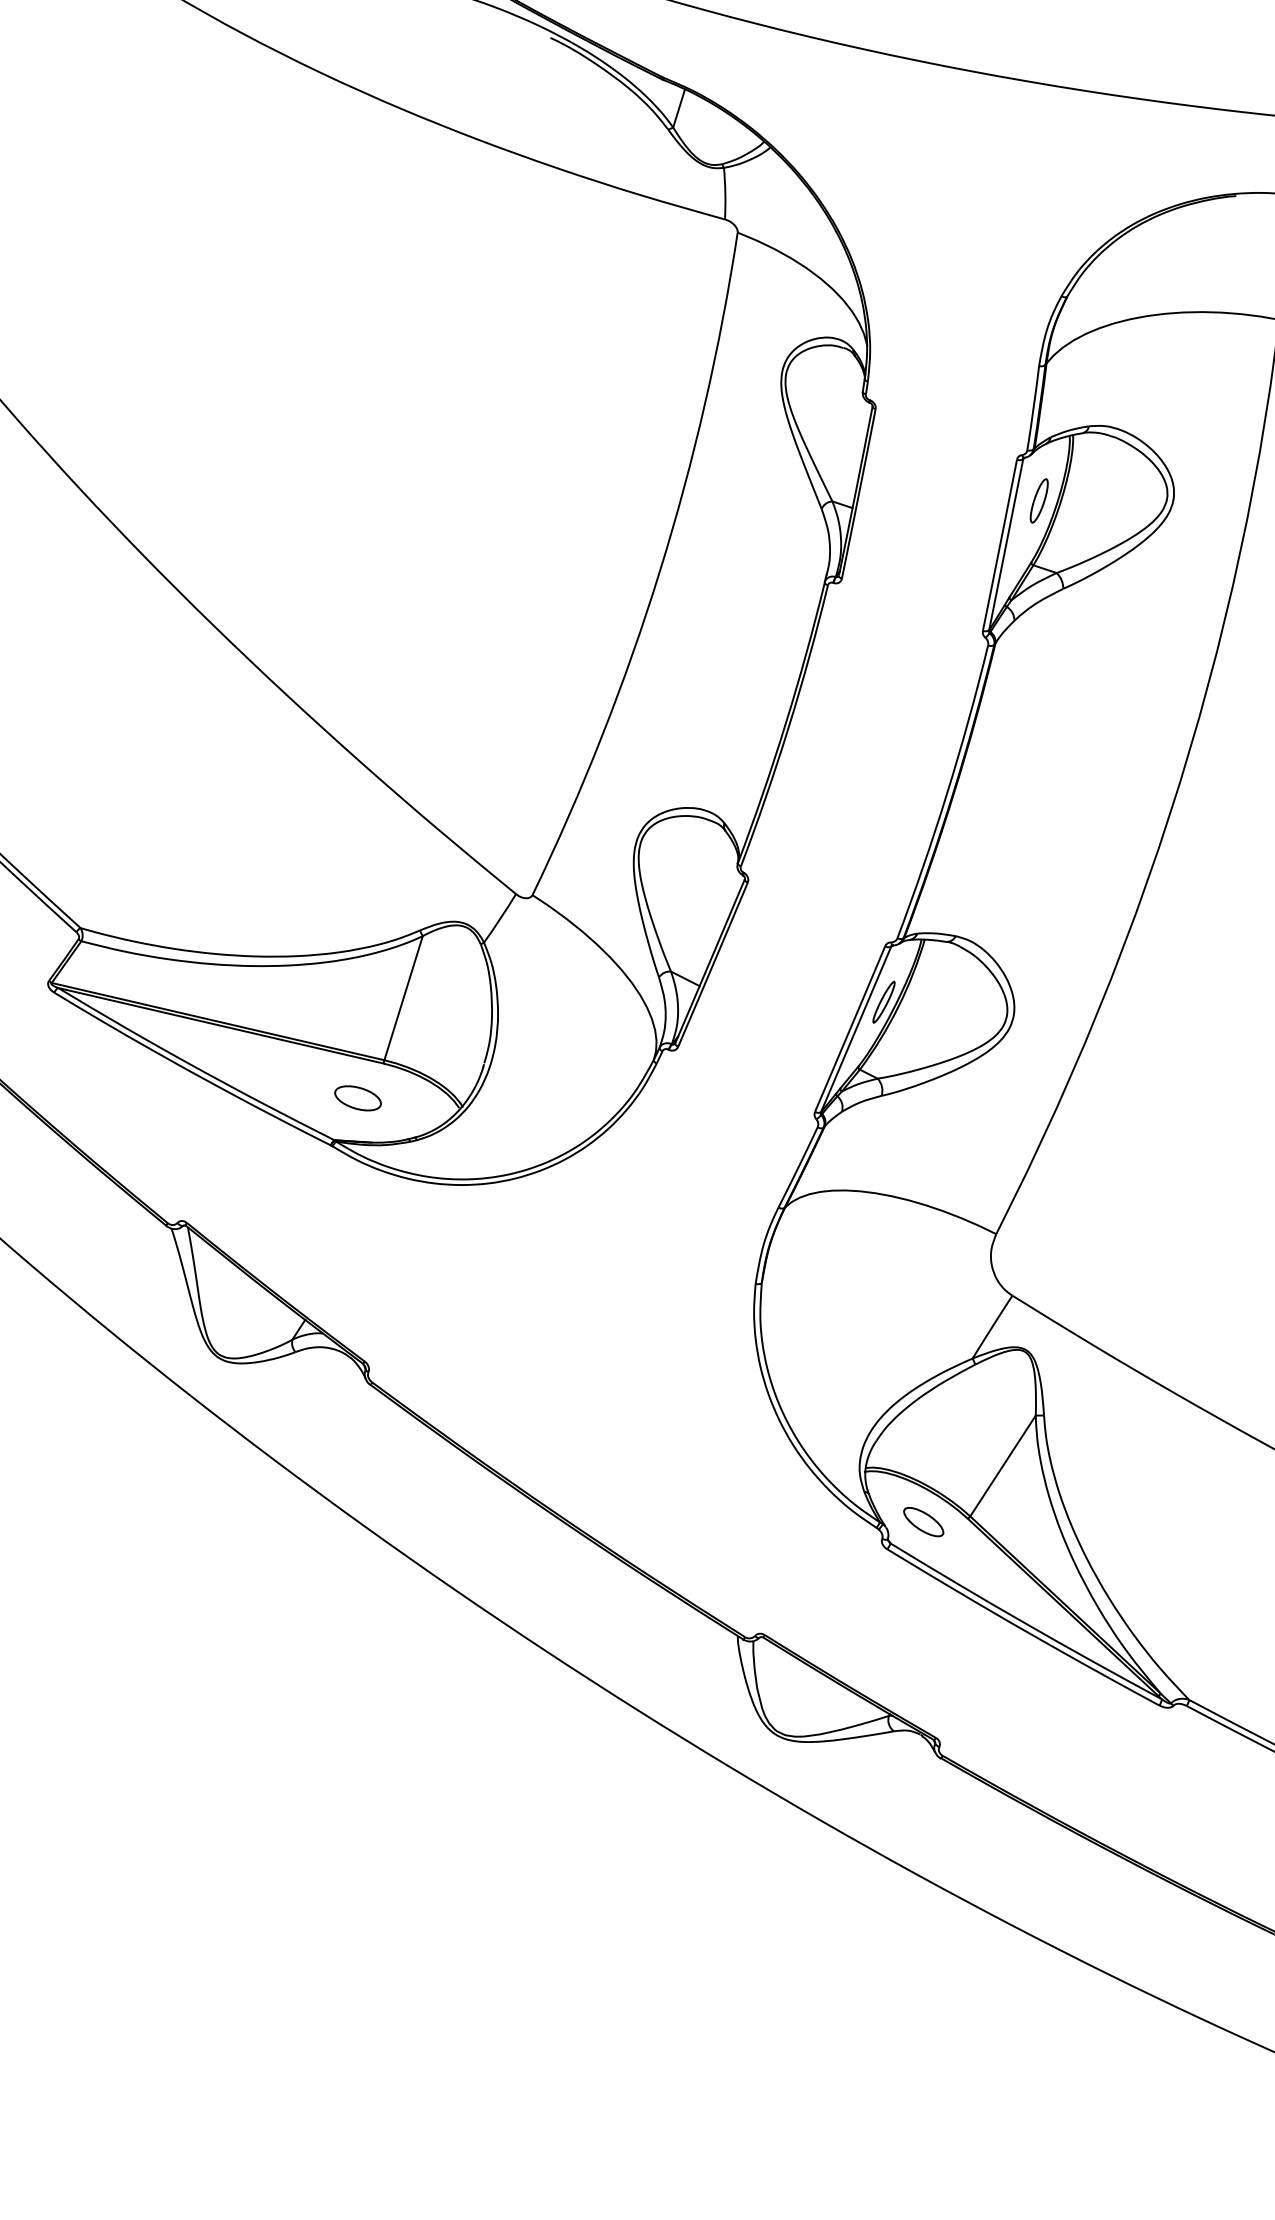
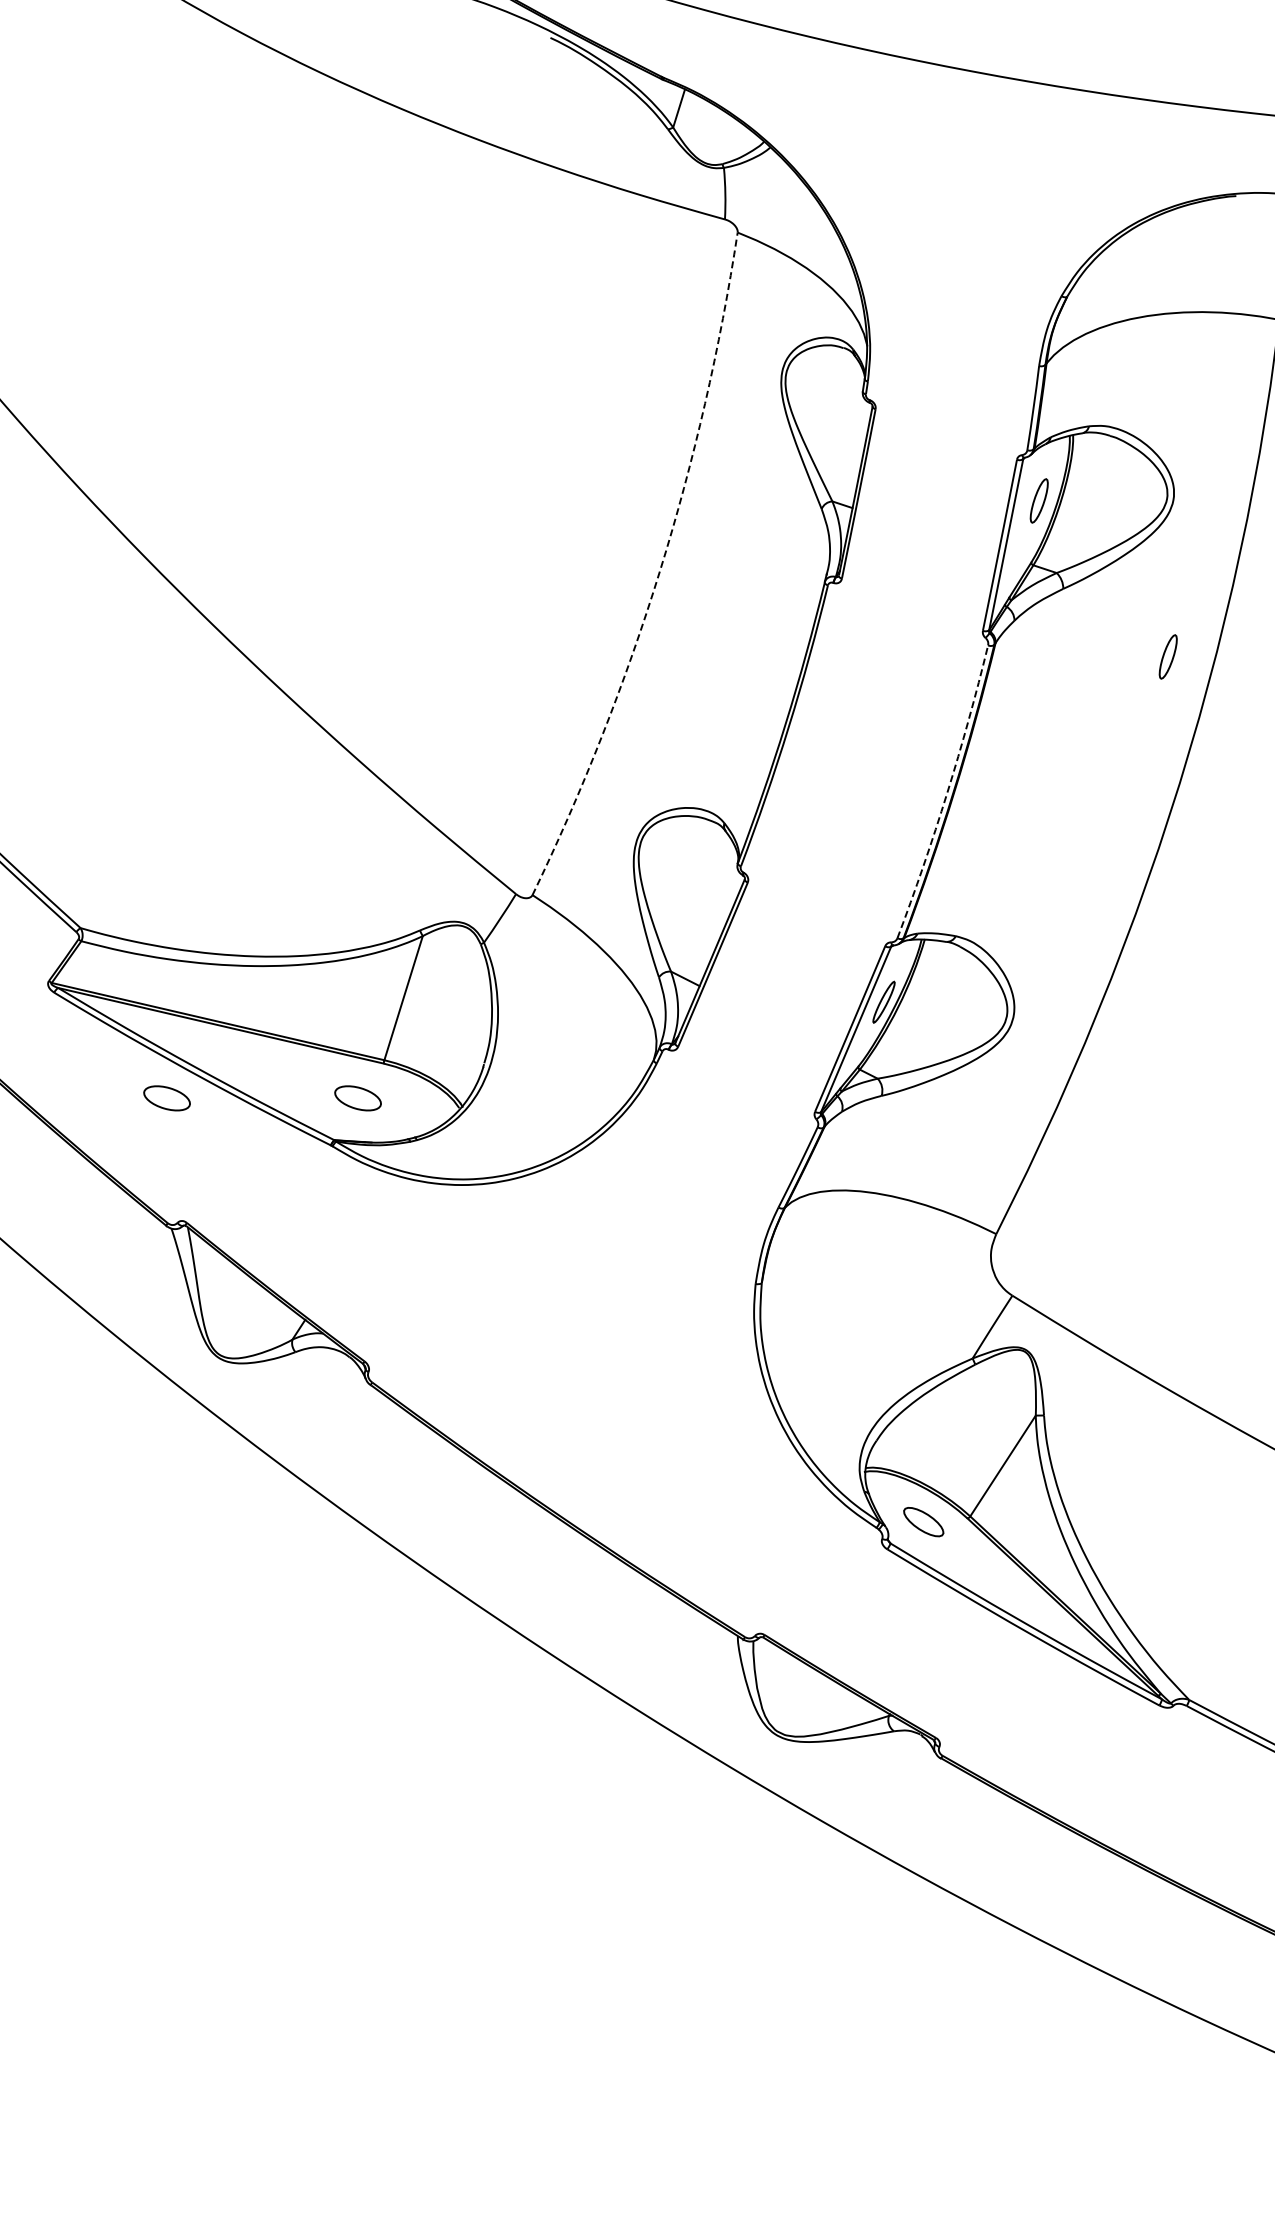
arc at (659, 571): solid -> dashed
part at (1167, 656): none -> present
arc at (947, 793): solid -> dashed
part at (166, 1098): none -> present
